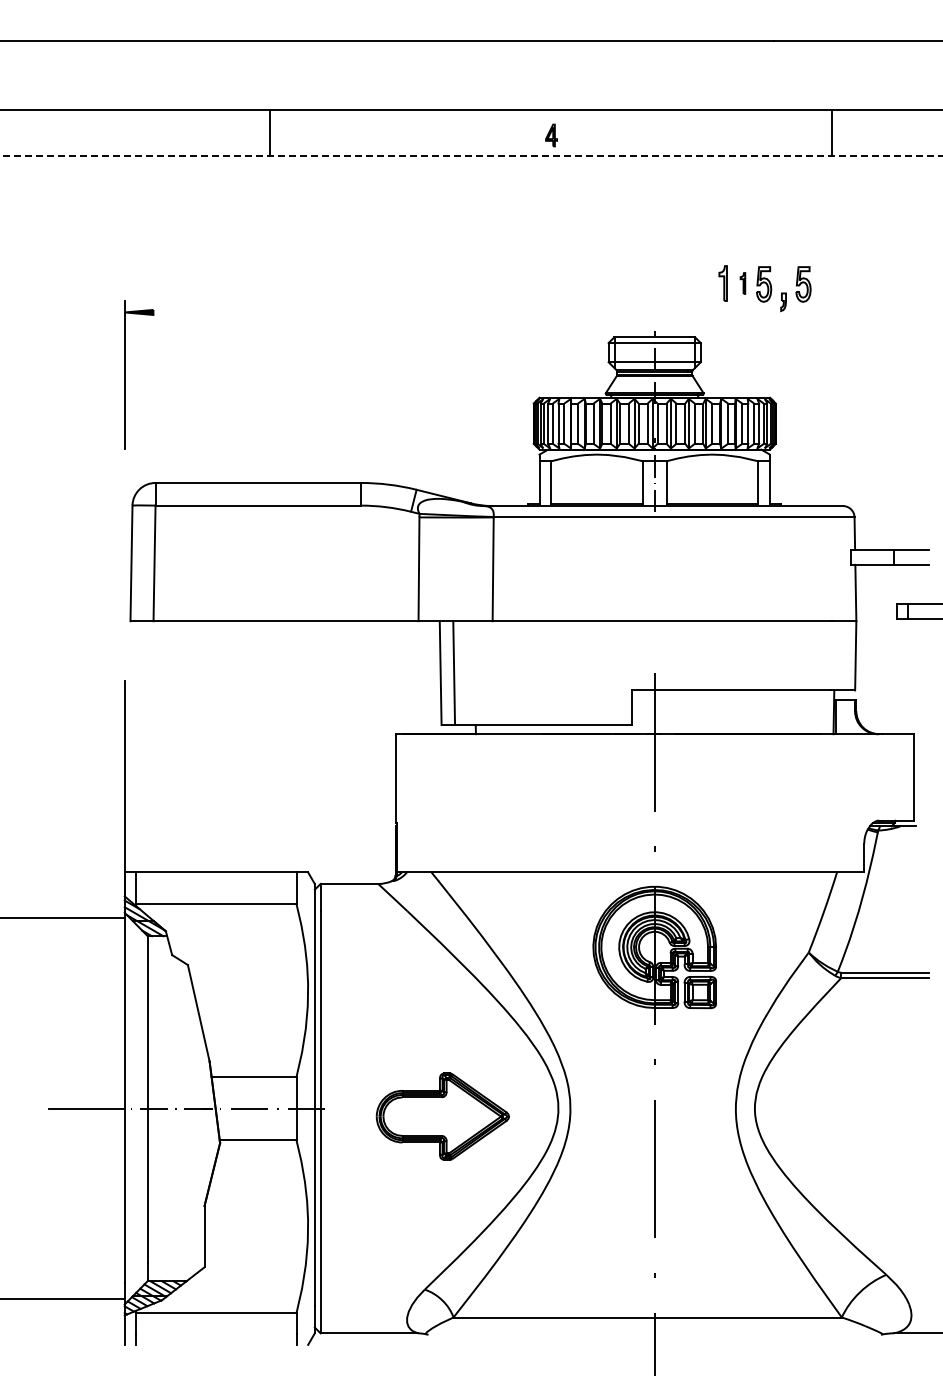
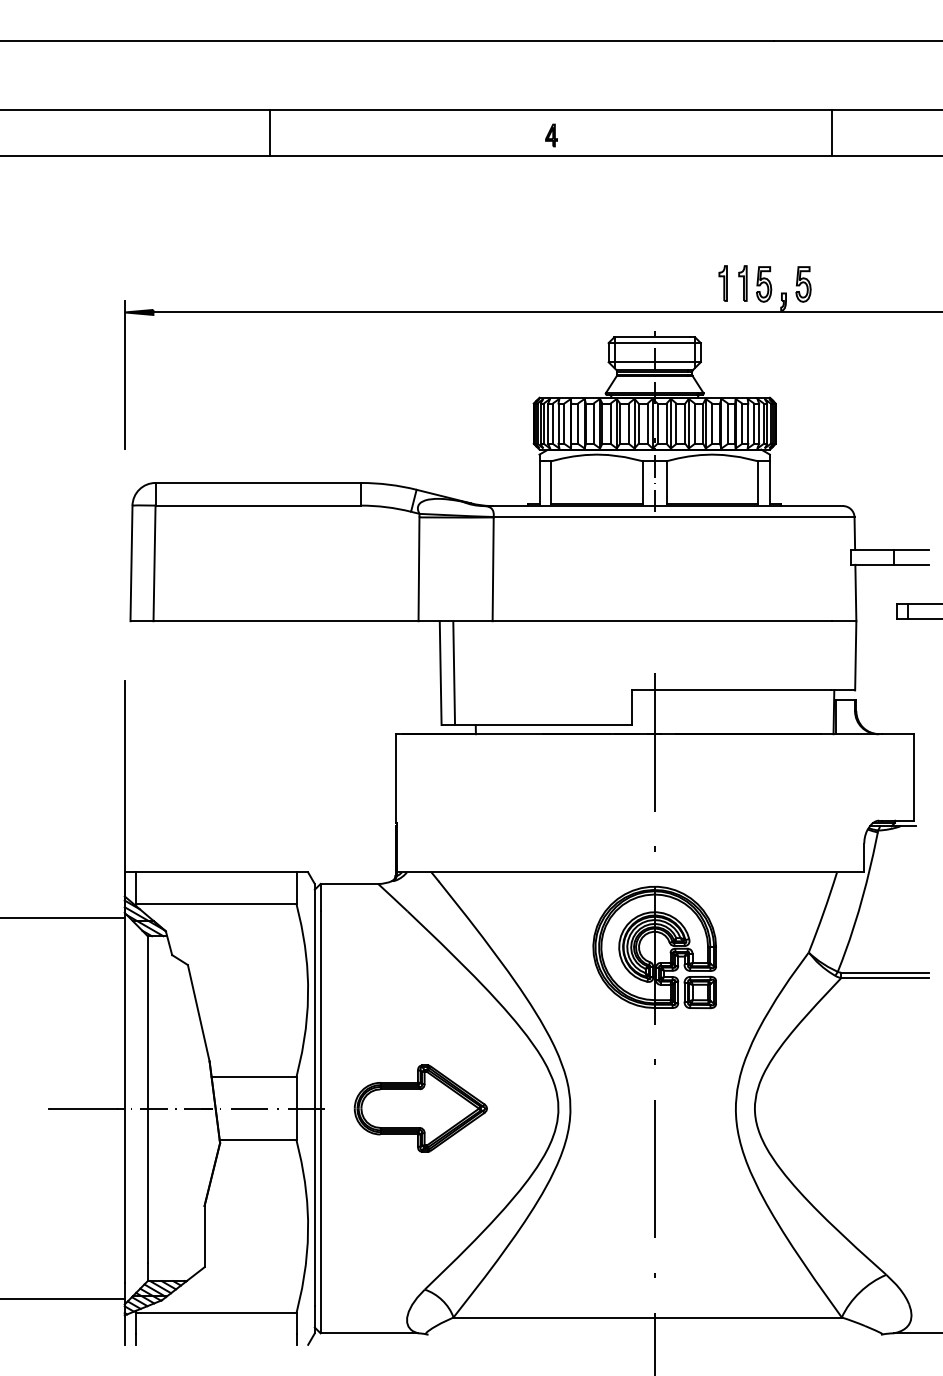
line at (471, 156): dashed -> solid
part at (742, 283) size: 8x23 px -> 10x37 px
line at (546, 312): none -> present
part at (442, 1116) position: (442, 1116) -> (420, 1108)
